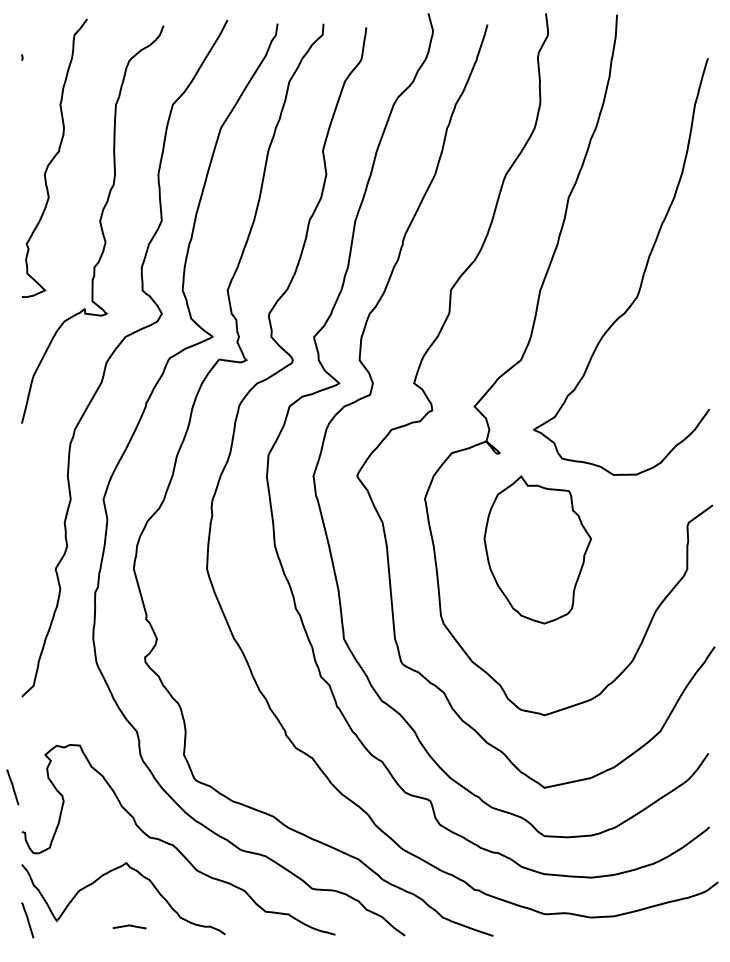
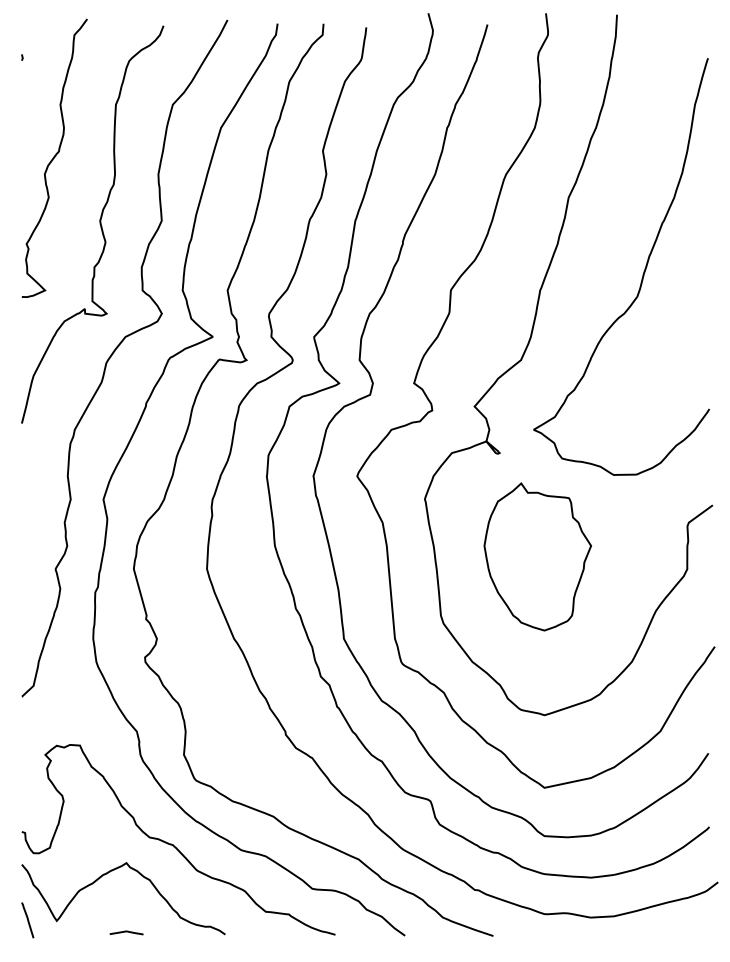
part at (537, 549) position: (537, 549) -> (537, 556)
line at (12, 787): present -> none
line at (129, 926) position: (129, 926) -> (126, 932)
